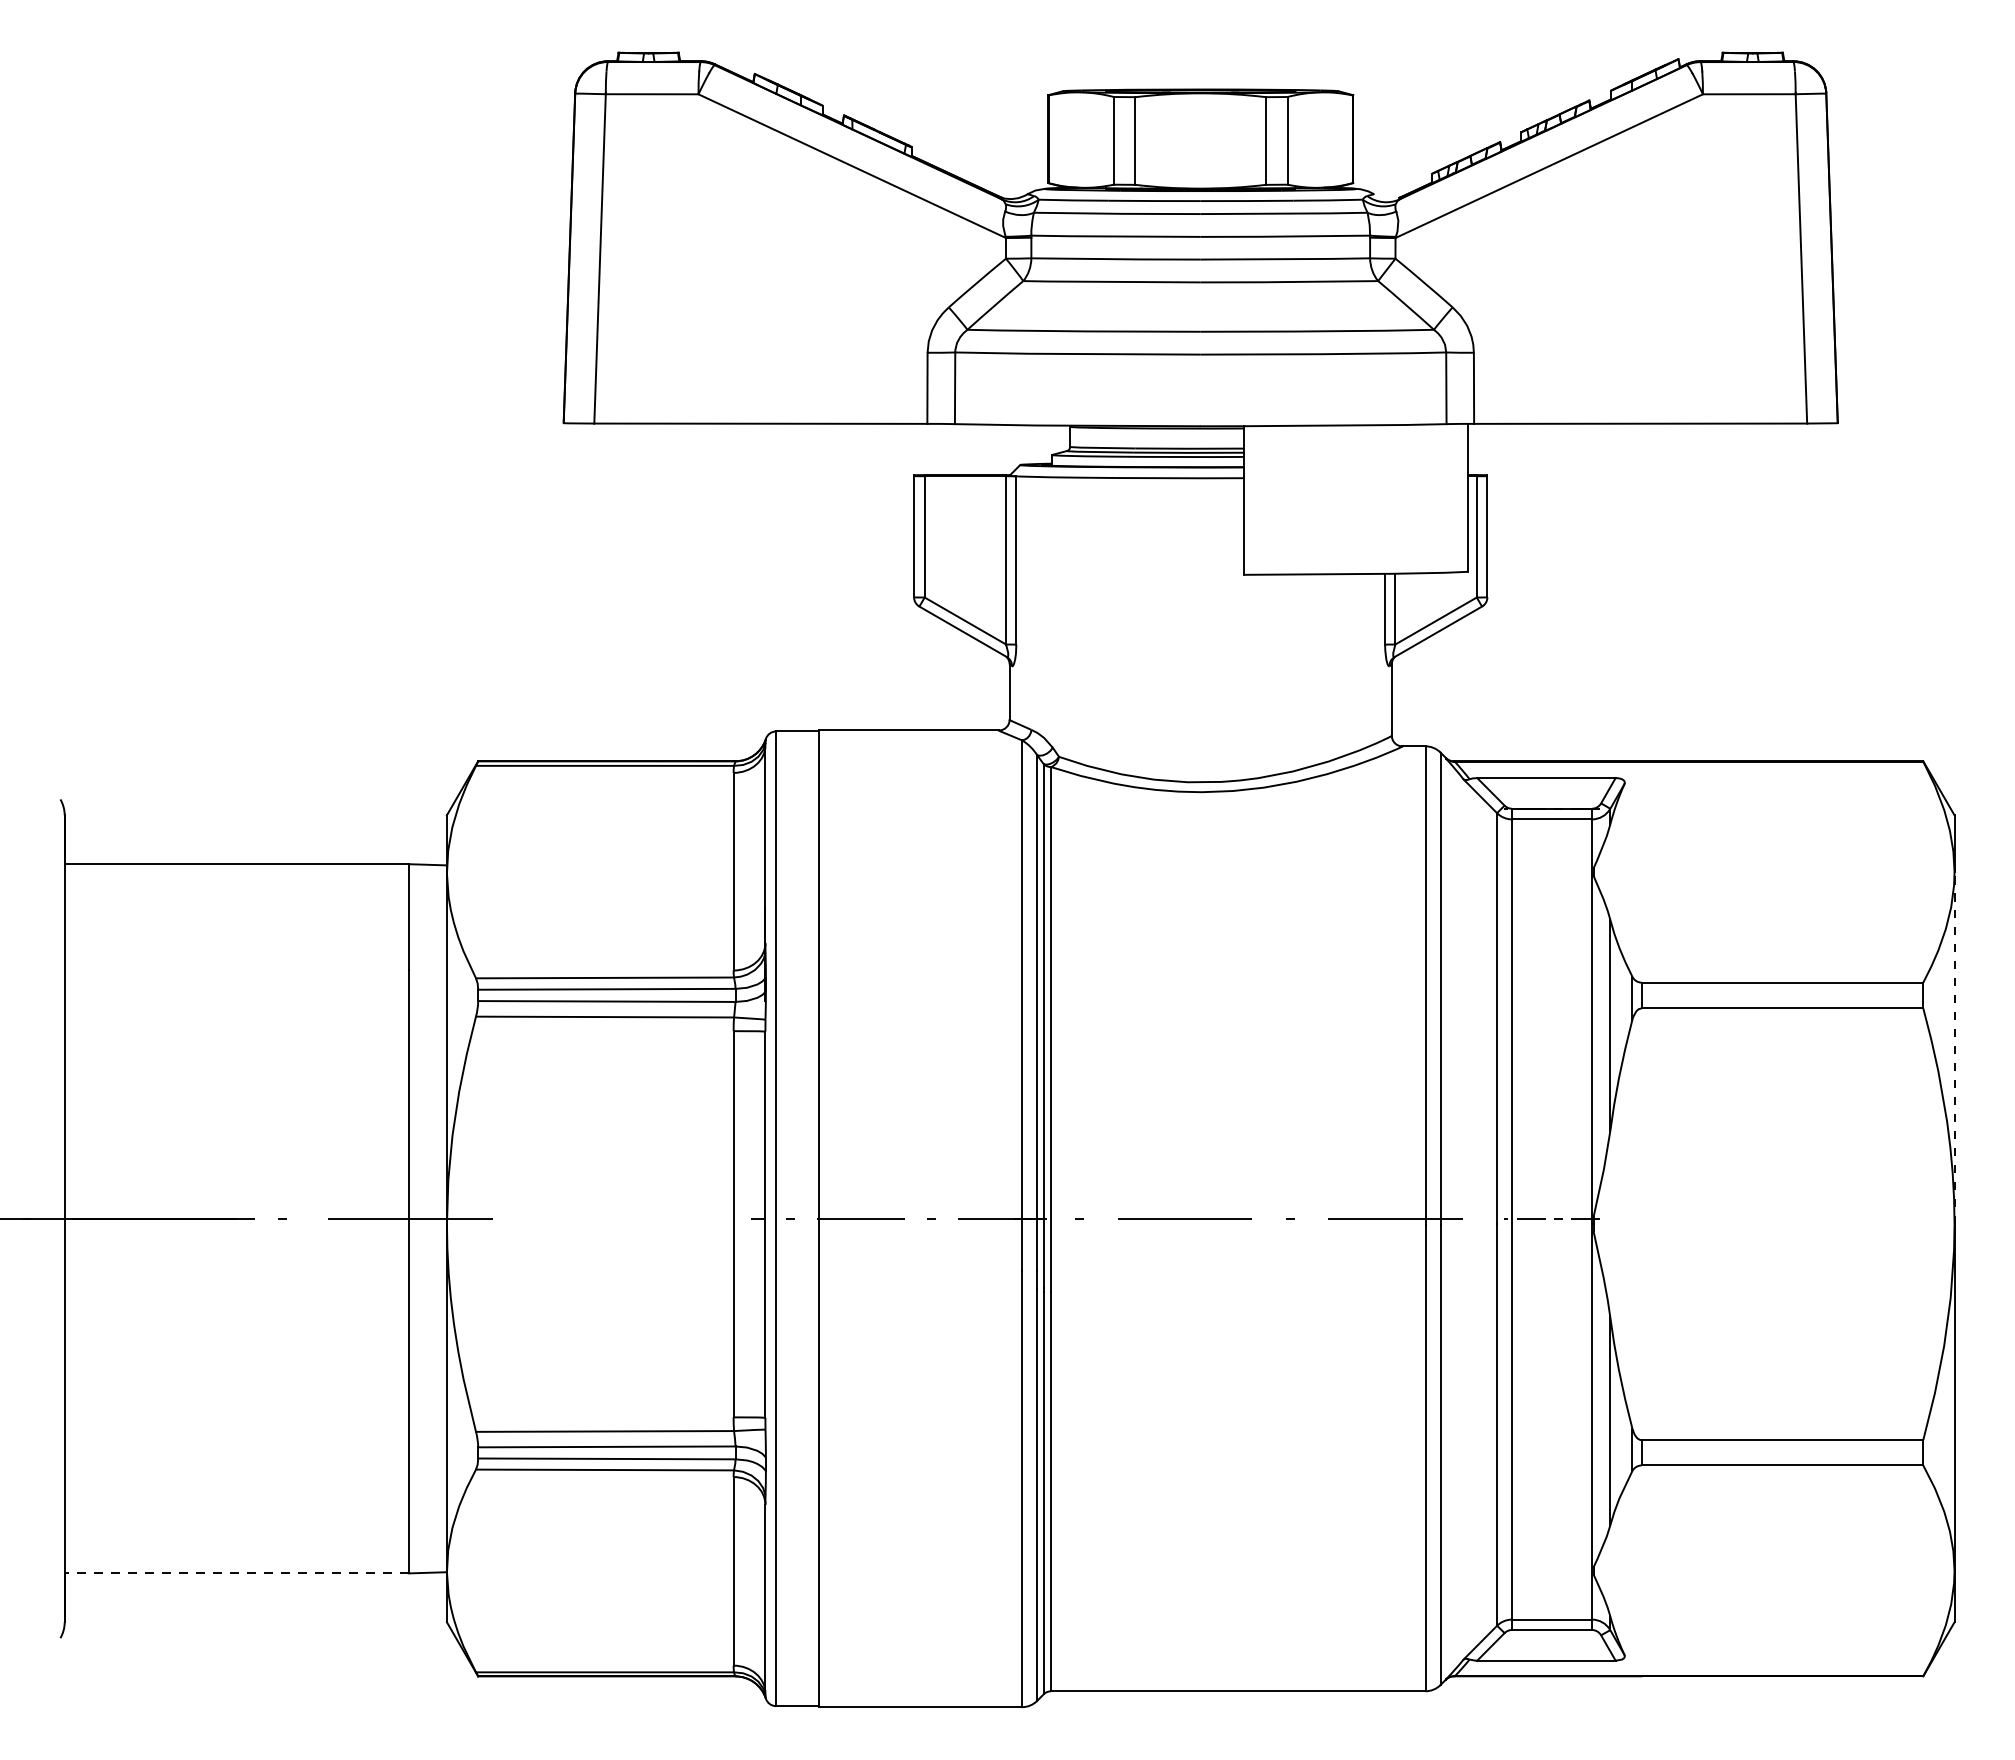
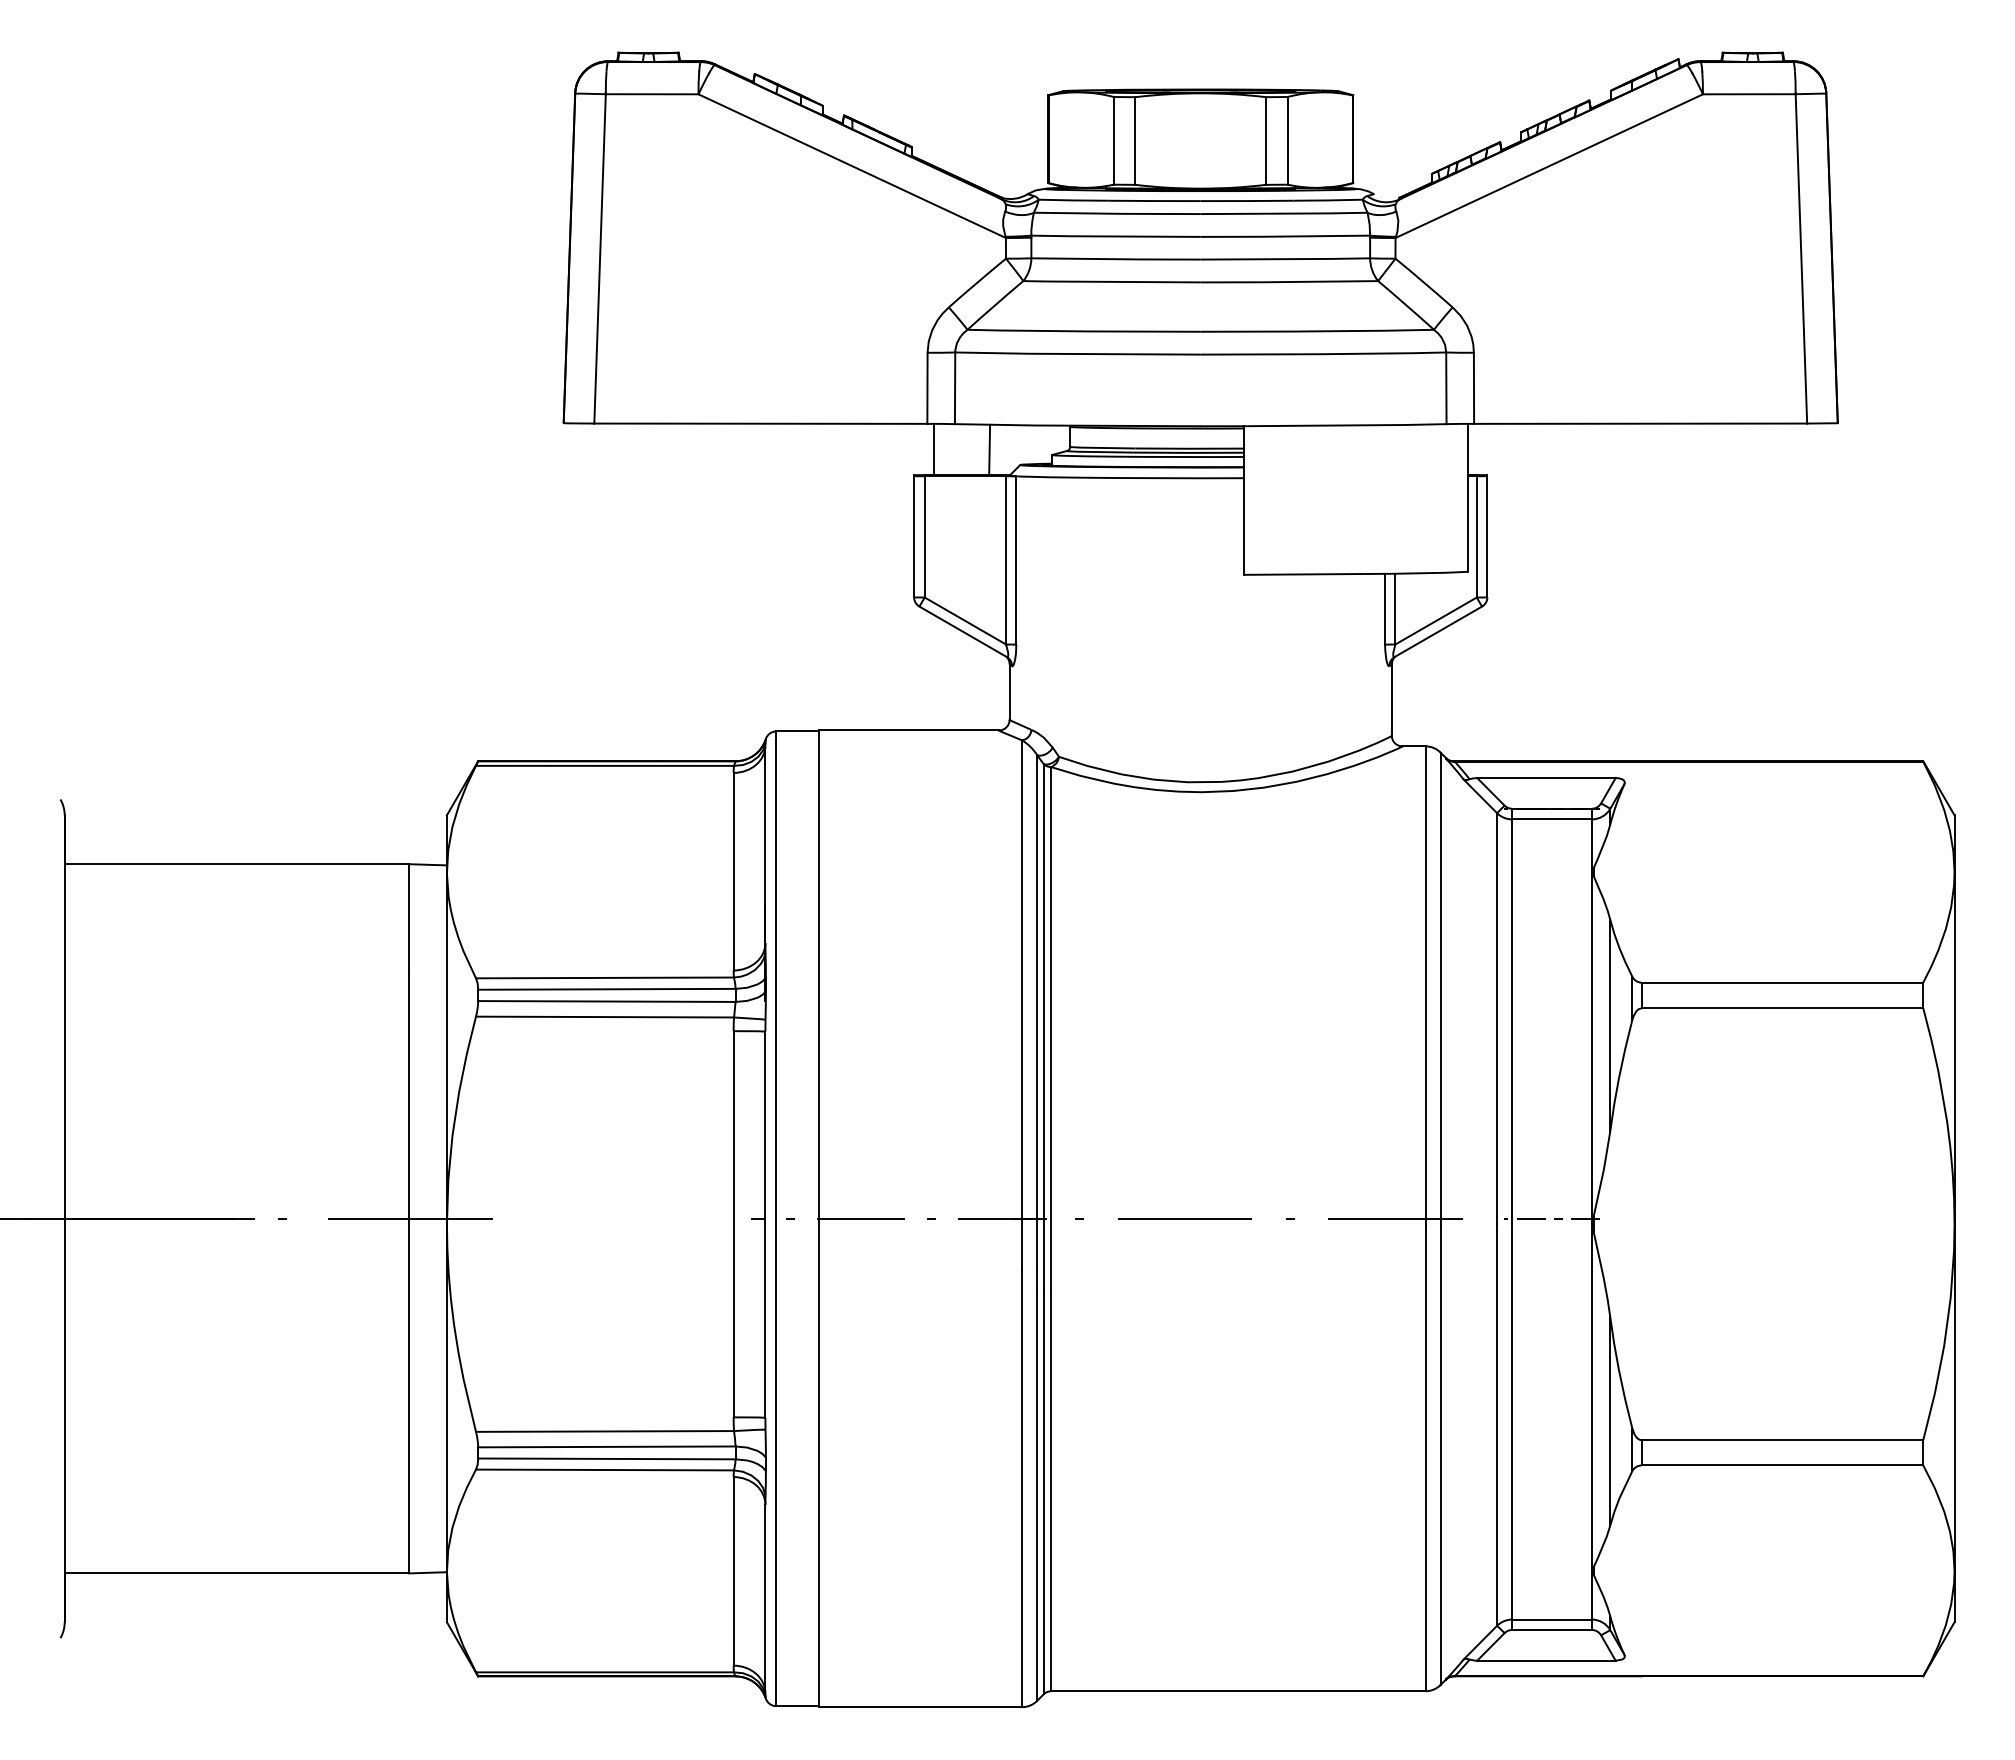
line at (933, 449): none -> present
line at (989, 449): none -> present
line at (1954, 1047): dashed -> solid
line at (236, 1573): dashed -> solid
